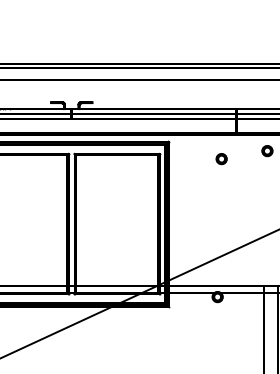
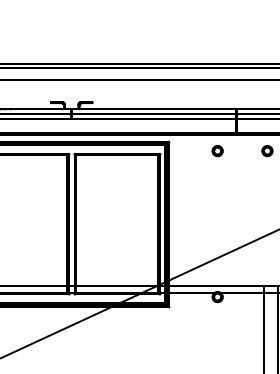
part at (221, 159) position: (221, 159) -> (217, 151)
